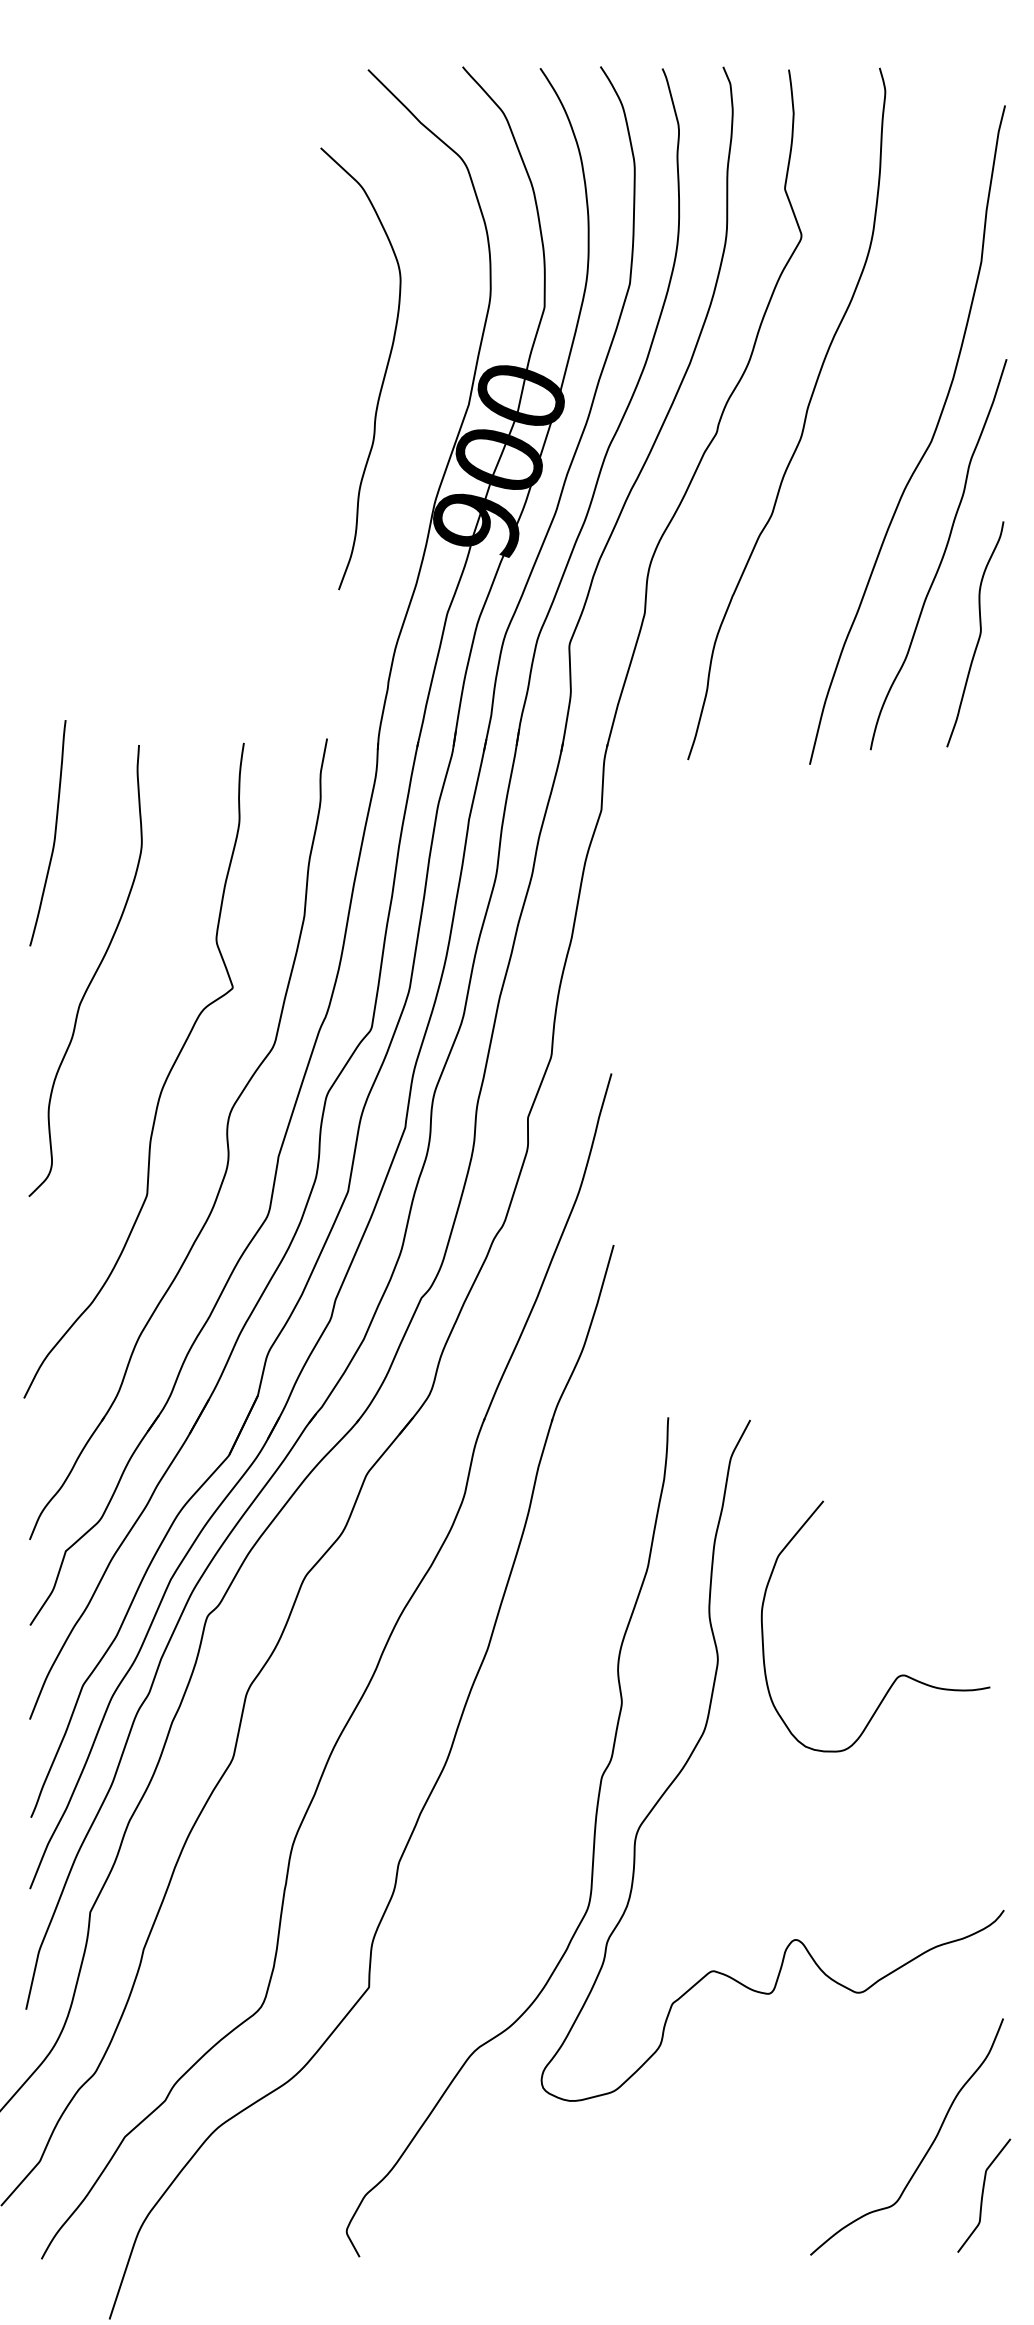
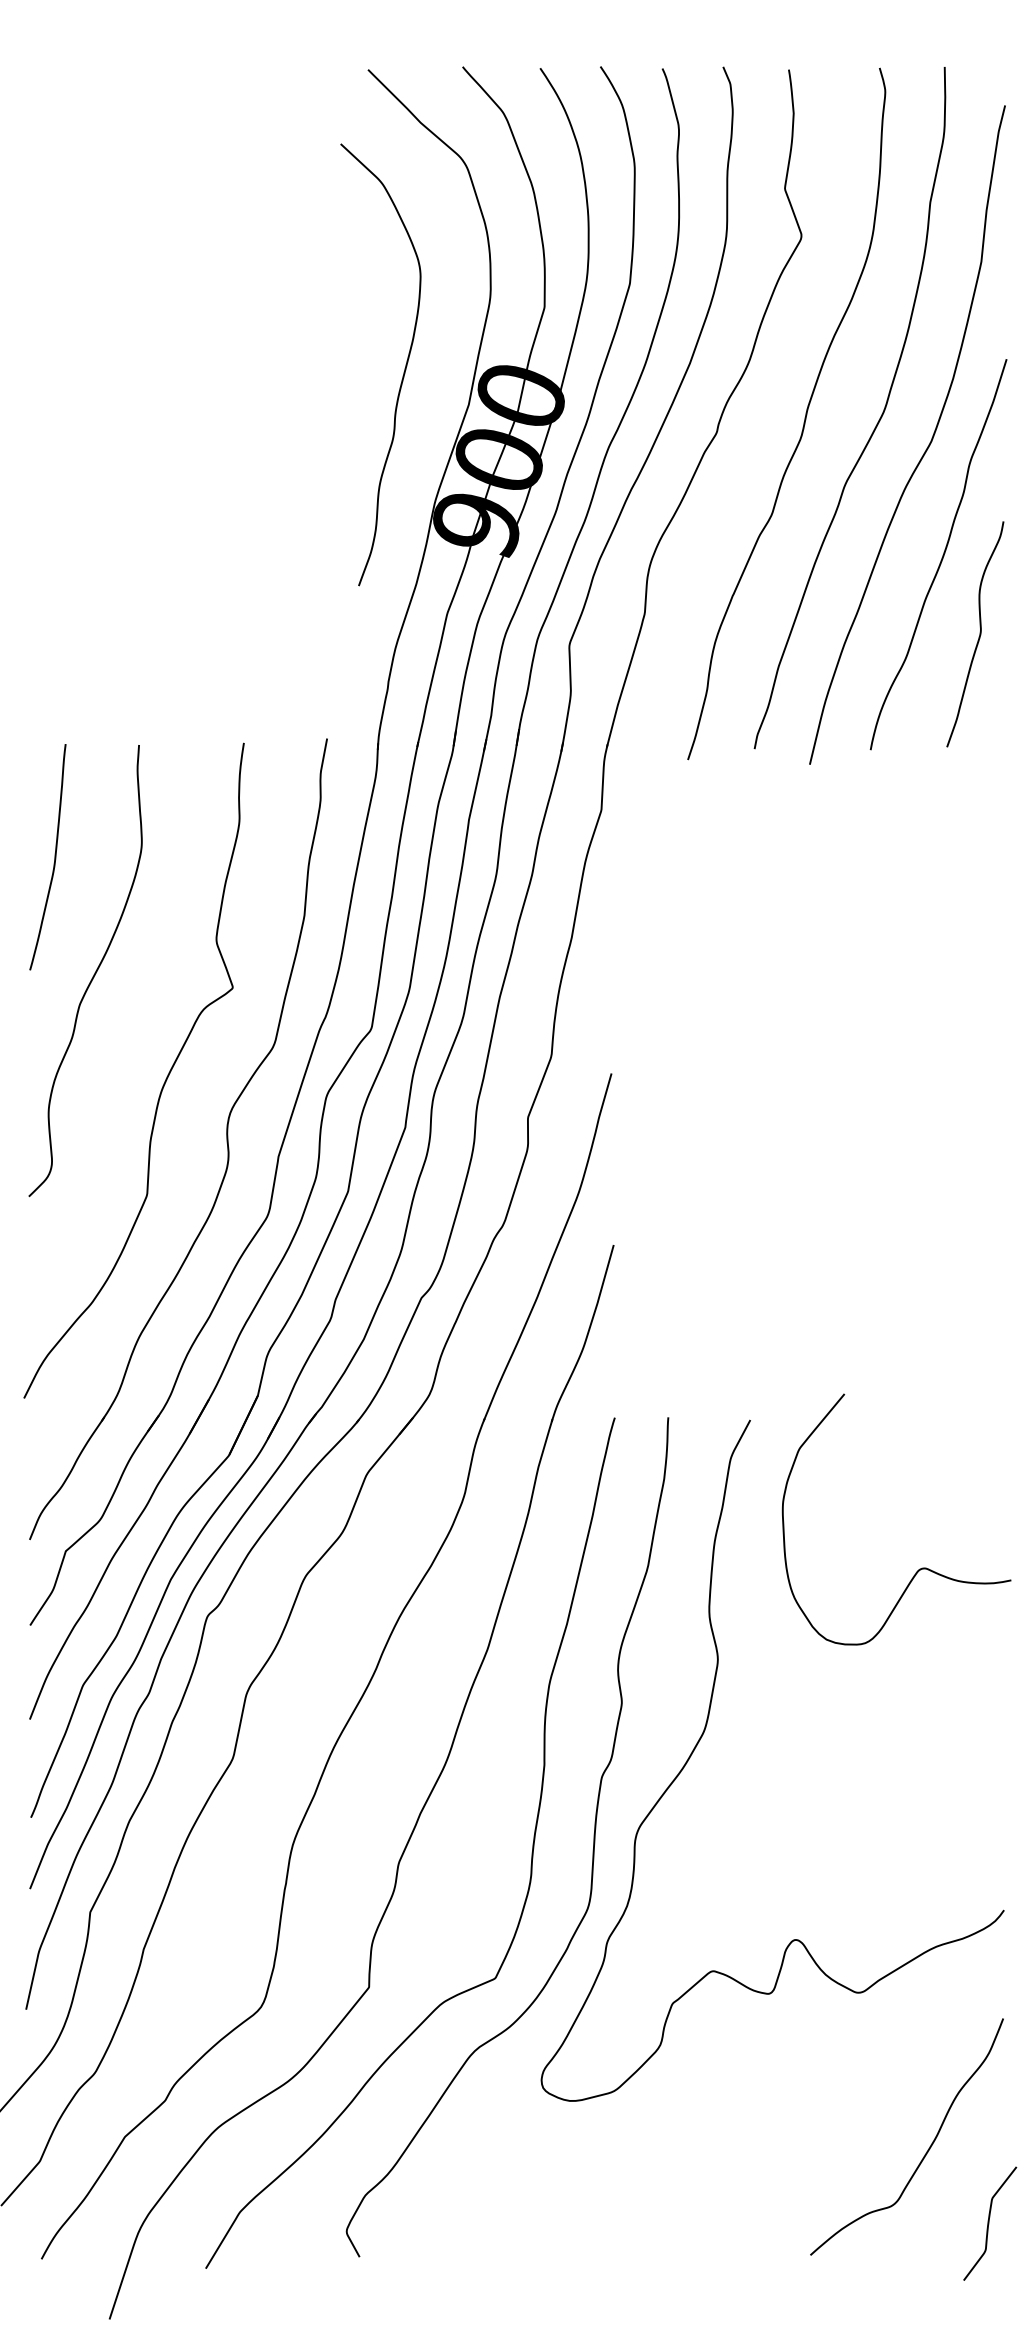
curve at (384, 372) position: (384, 372) -> (404, 368)
curve at (875, 425): none -> present
curve at (54, 833) position: (54, 833) -> (54, 857)
curve at (898, 1675) position: (898, 1675) -> (919, 1568)
curve at (531, 1852): none -> present
curve at (983, 2195) position: (983, 2195) -> (989, 2223)
